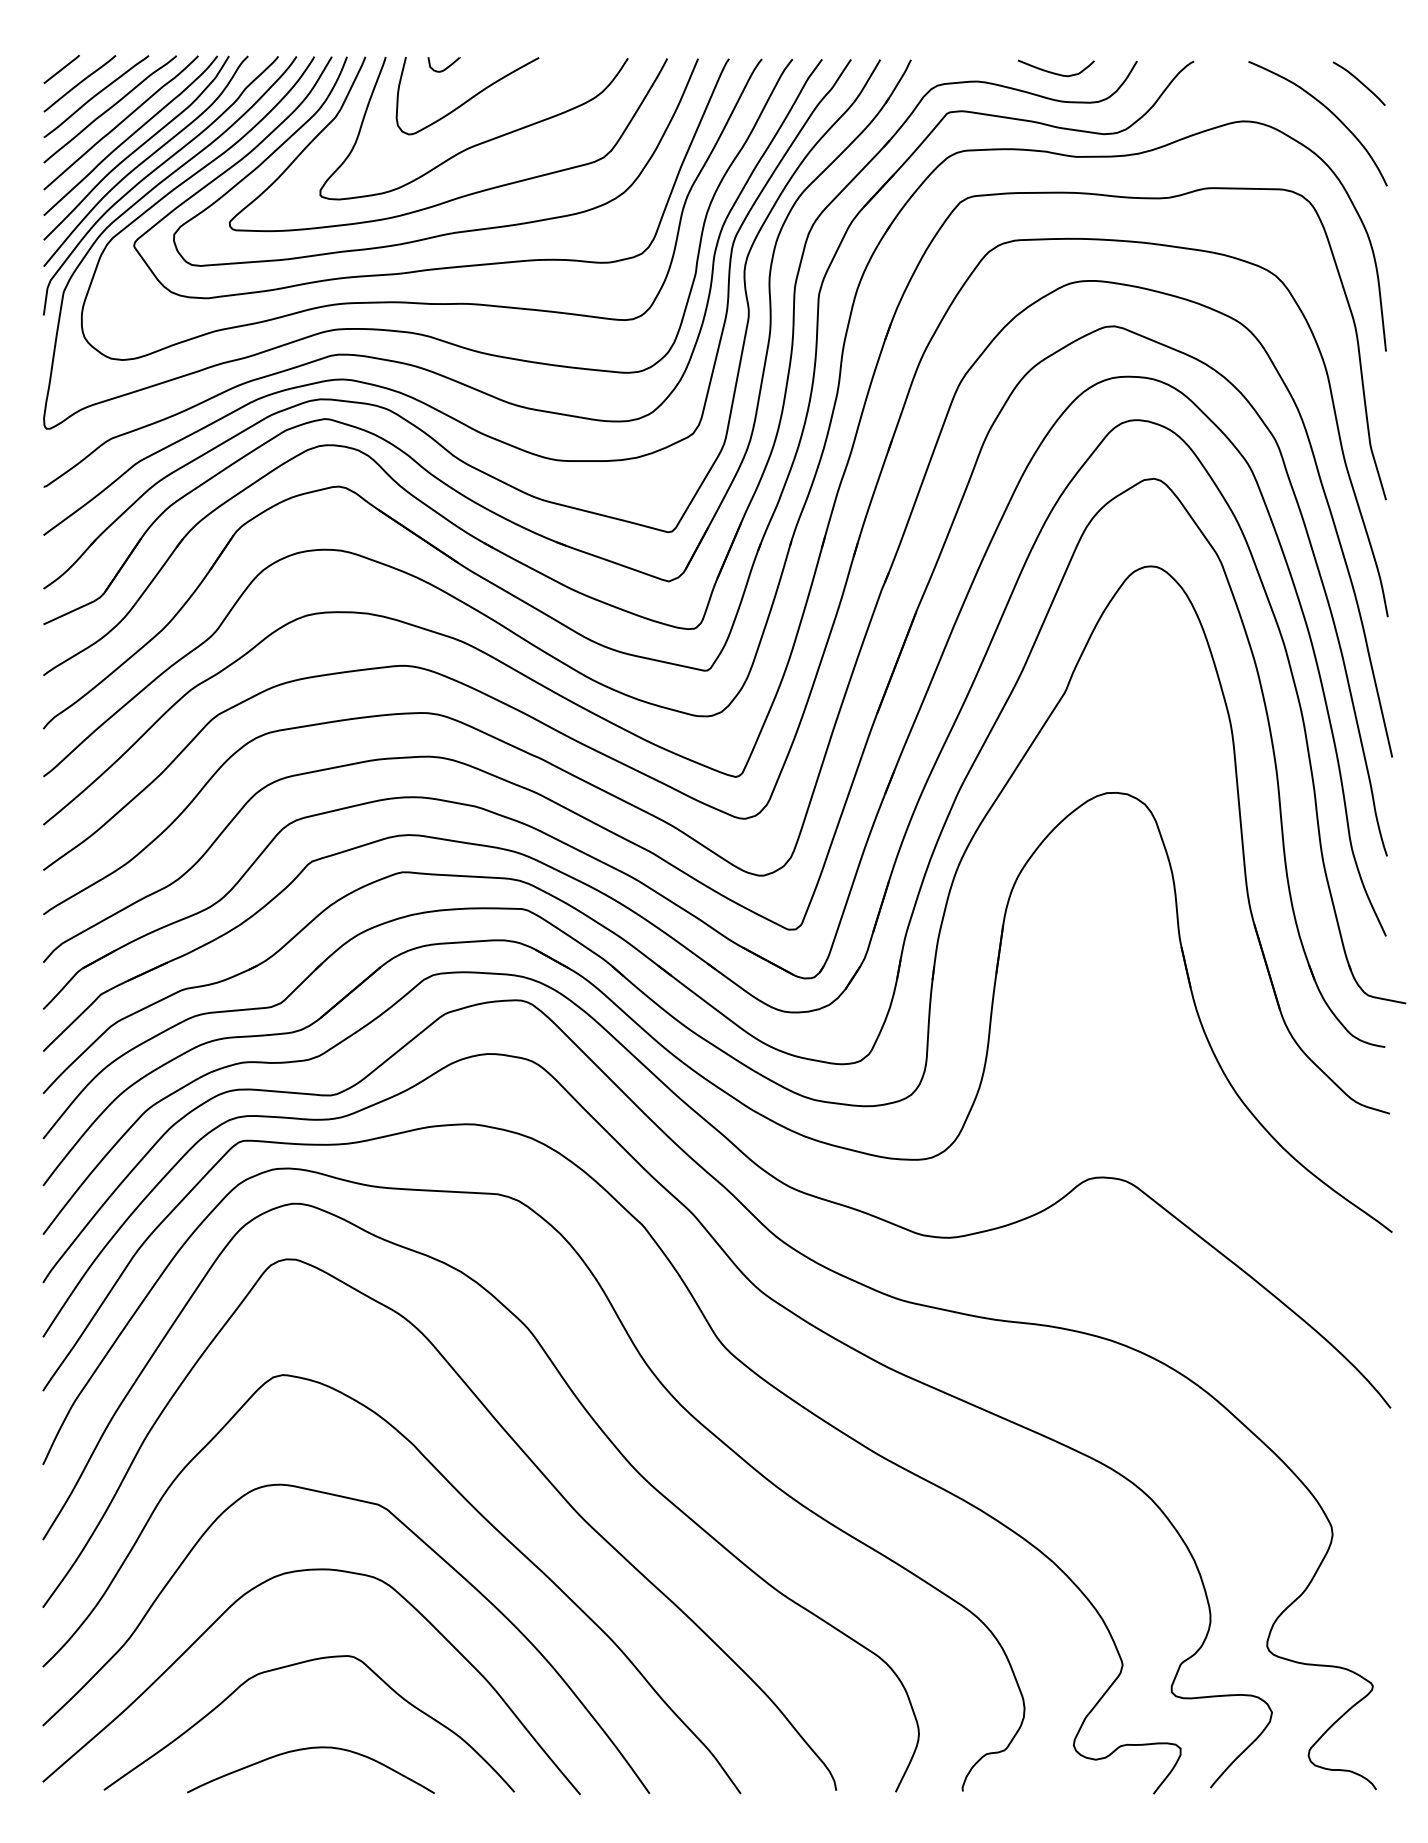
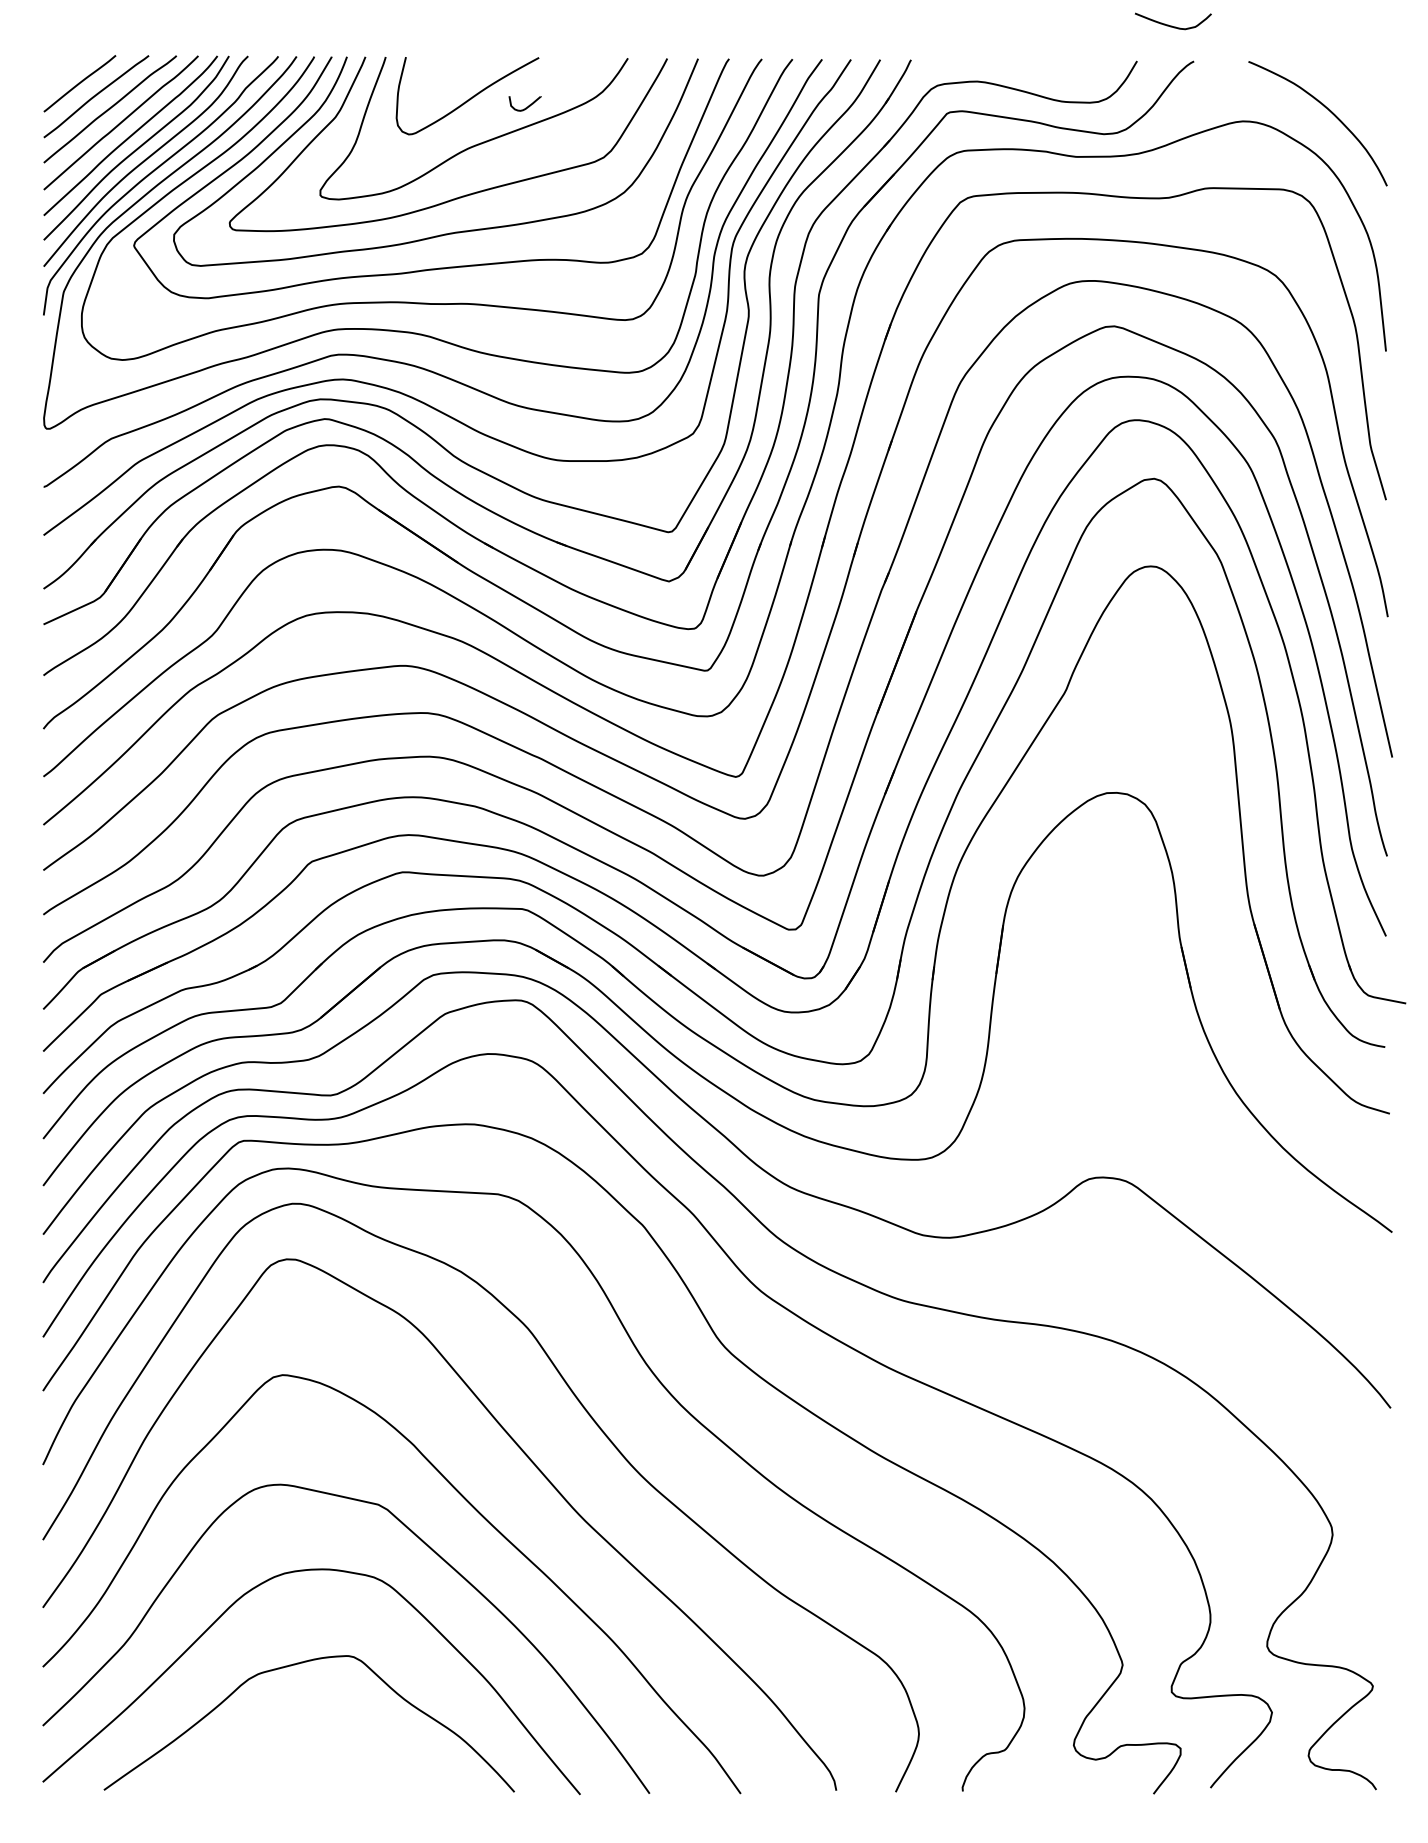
curve at (444, 68) position: (444, 68) -> (525, 107)
line at (61, 69): present -> none
curve at (1055, 72) position: (1055, 72) -> (1172, 25)
curve at (1359, 82): present -> none
curve at (309, 1749): present -> none
